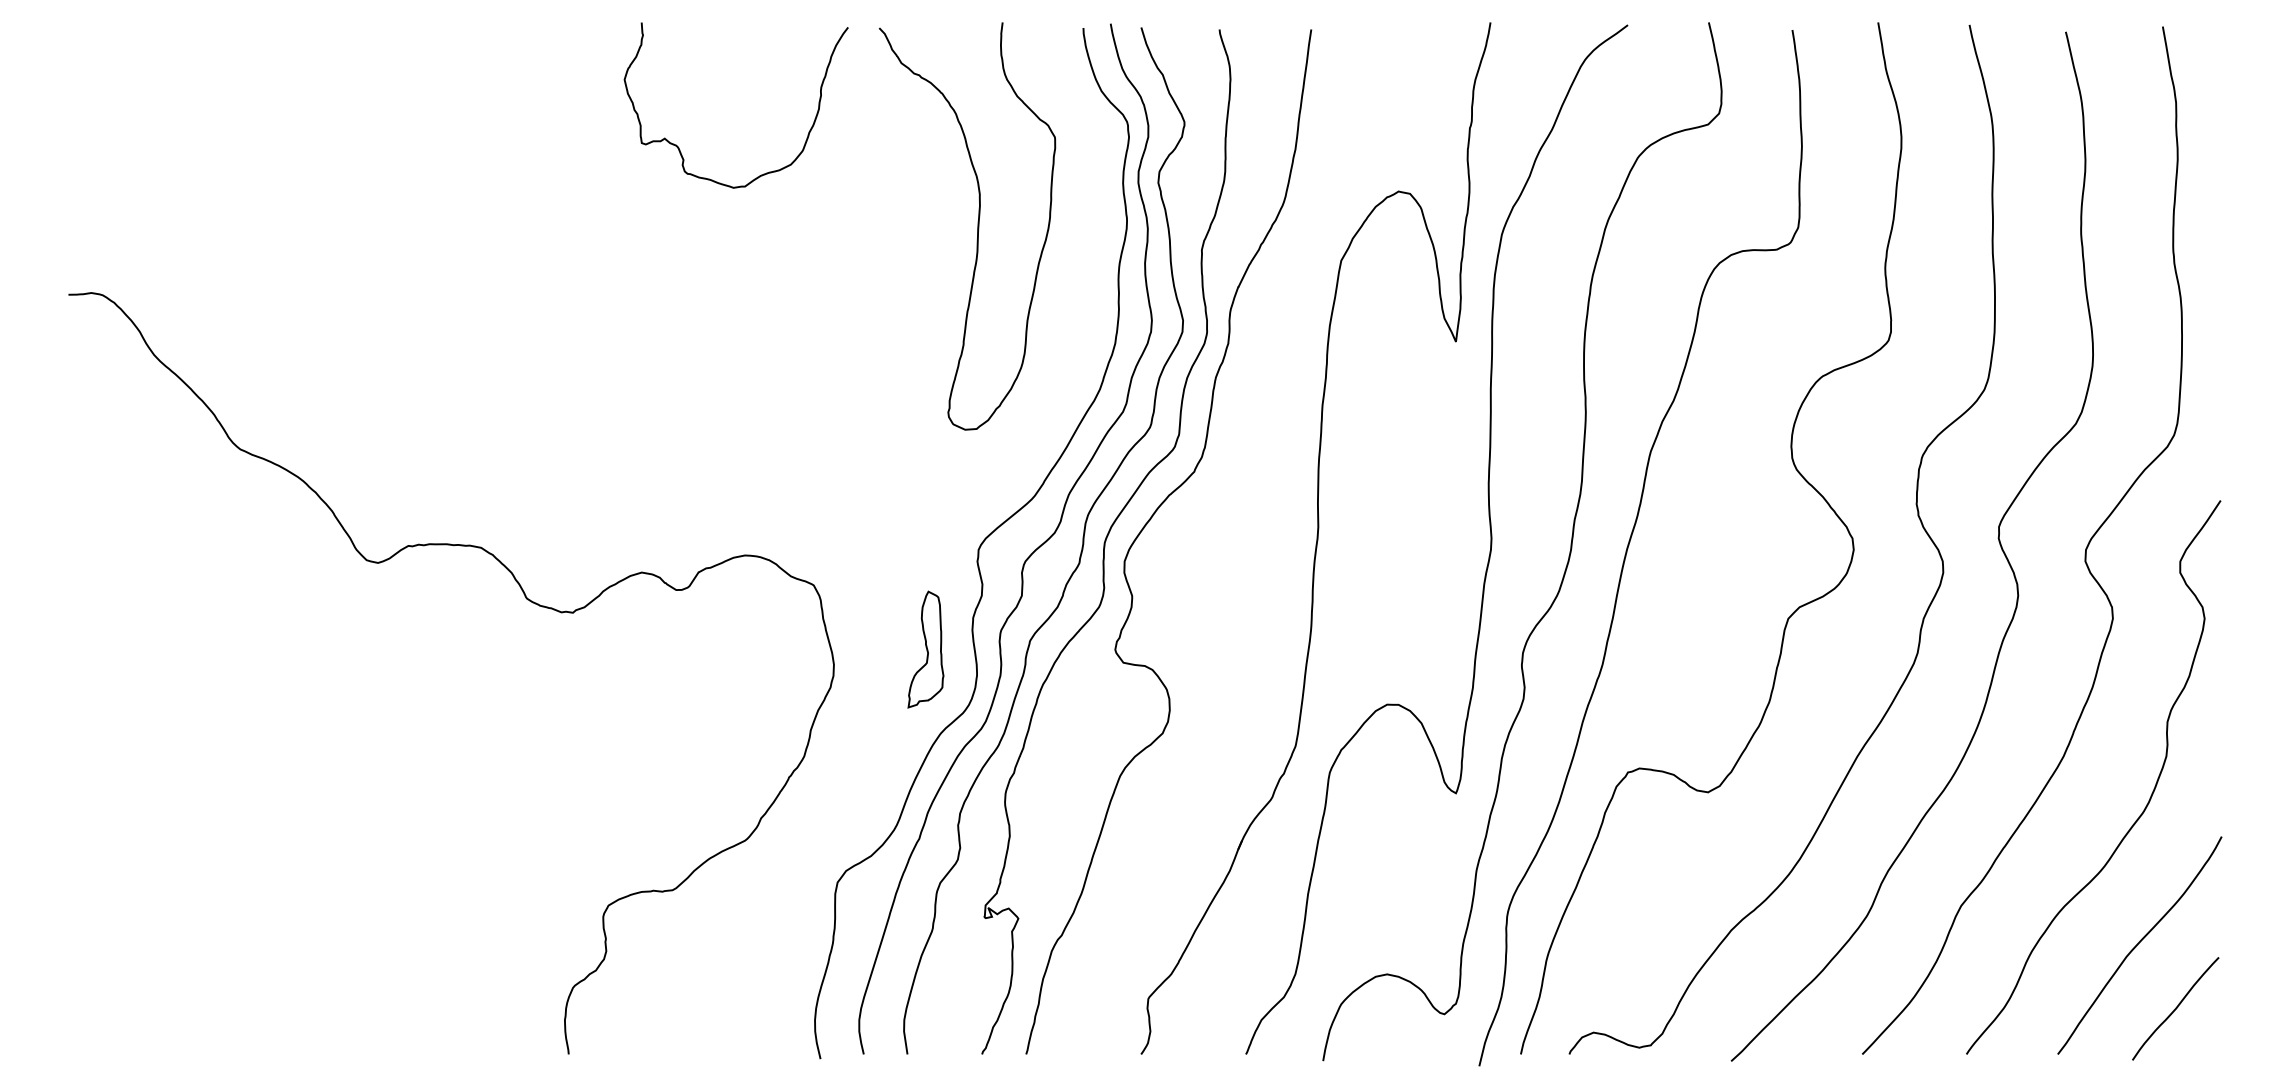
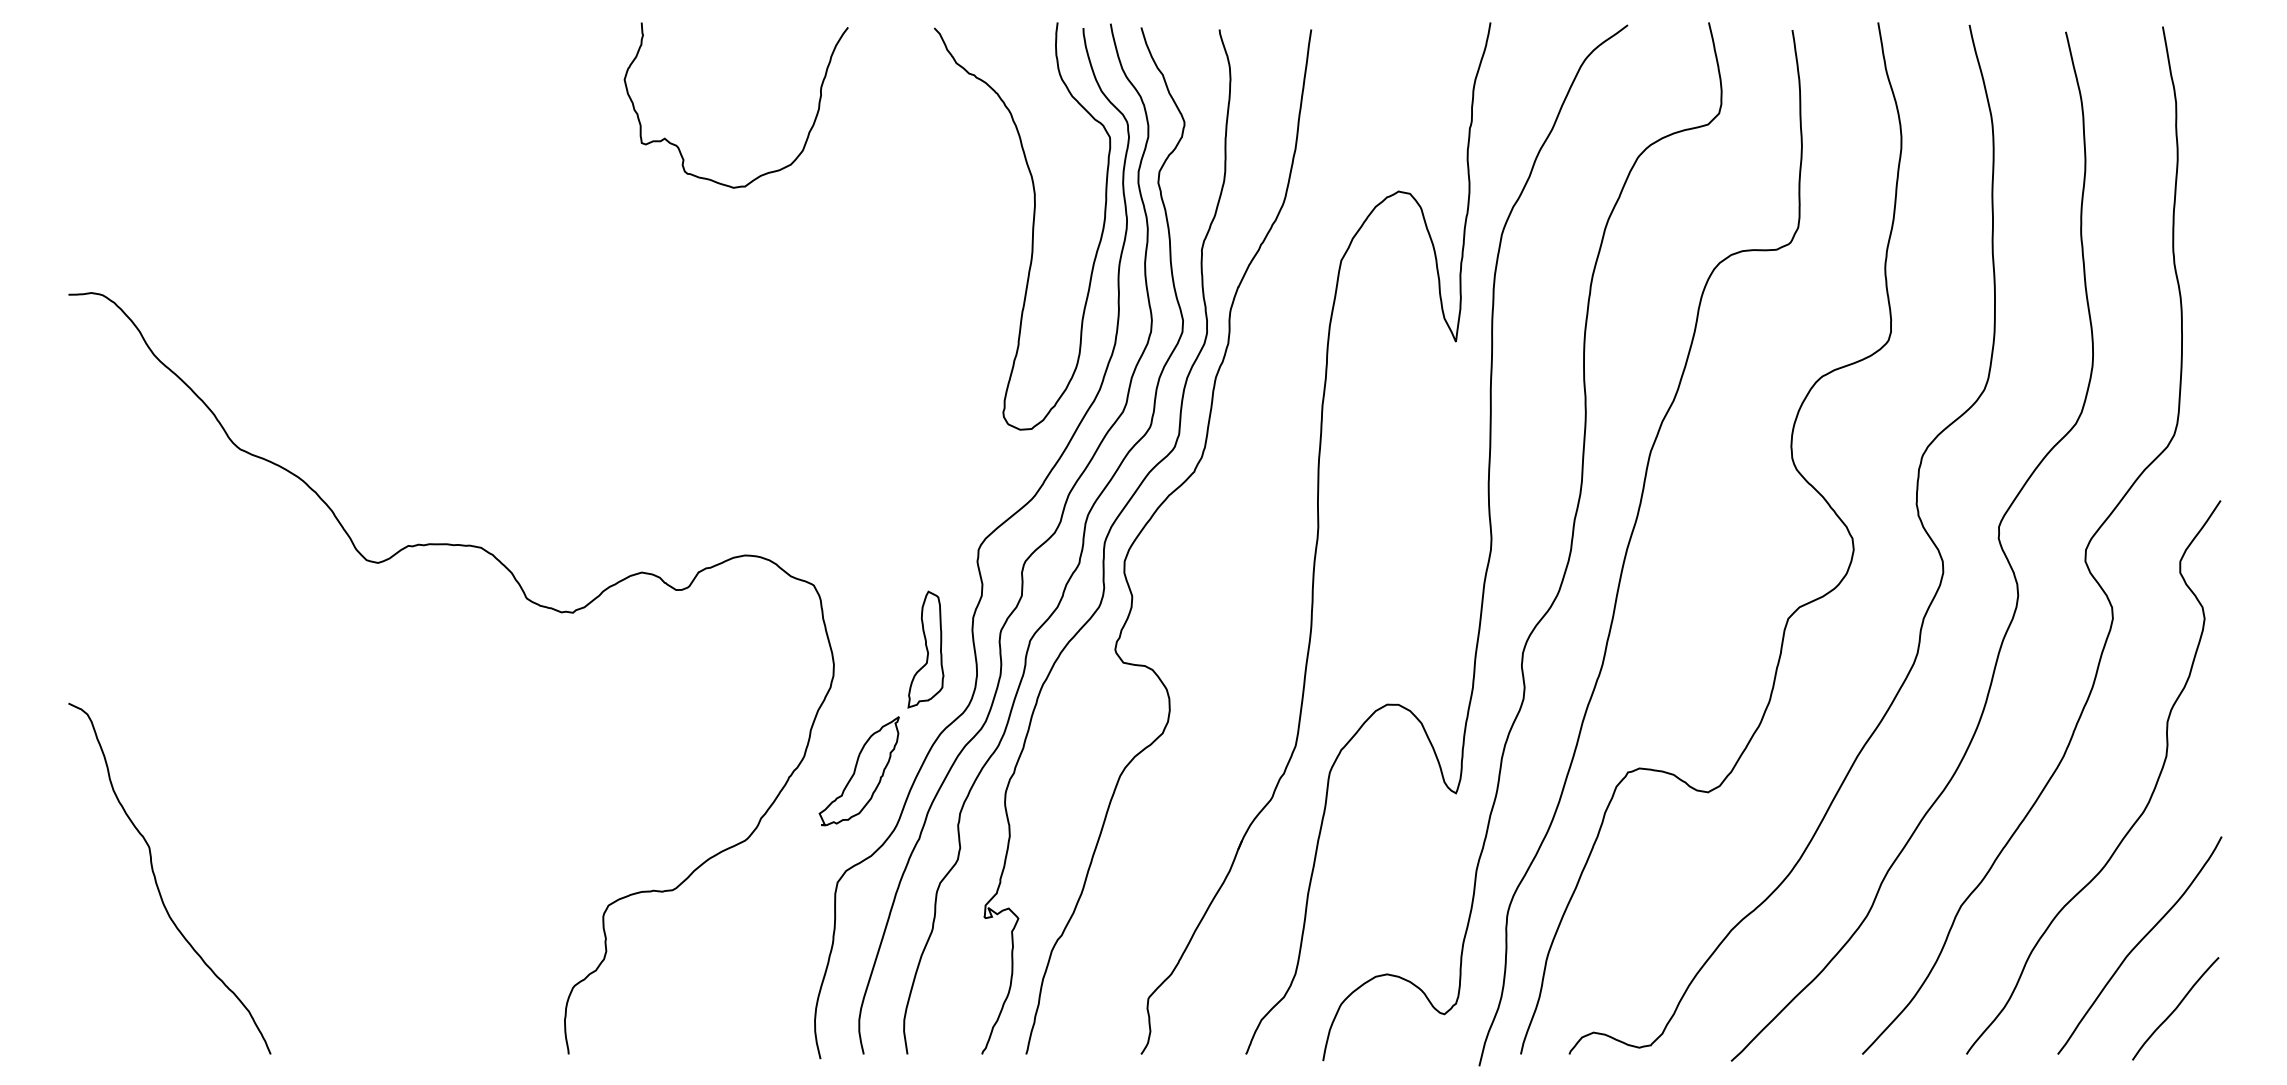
curve at (977, 226) position: (977, 226) -> (1032, 226)
part at (858, 771): none -> present
curve at (156, 878): none -> present
